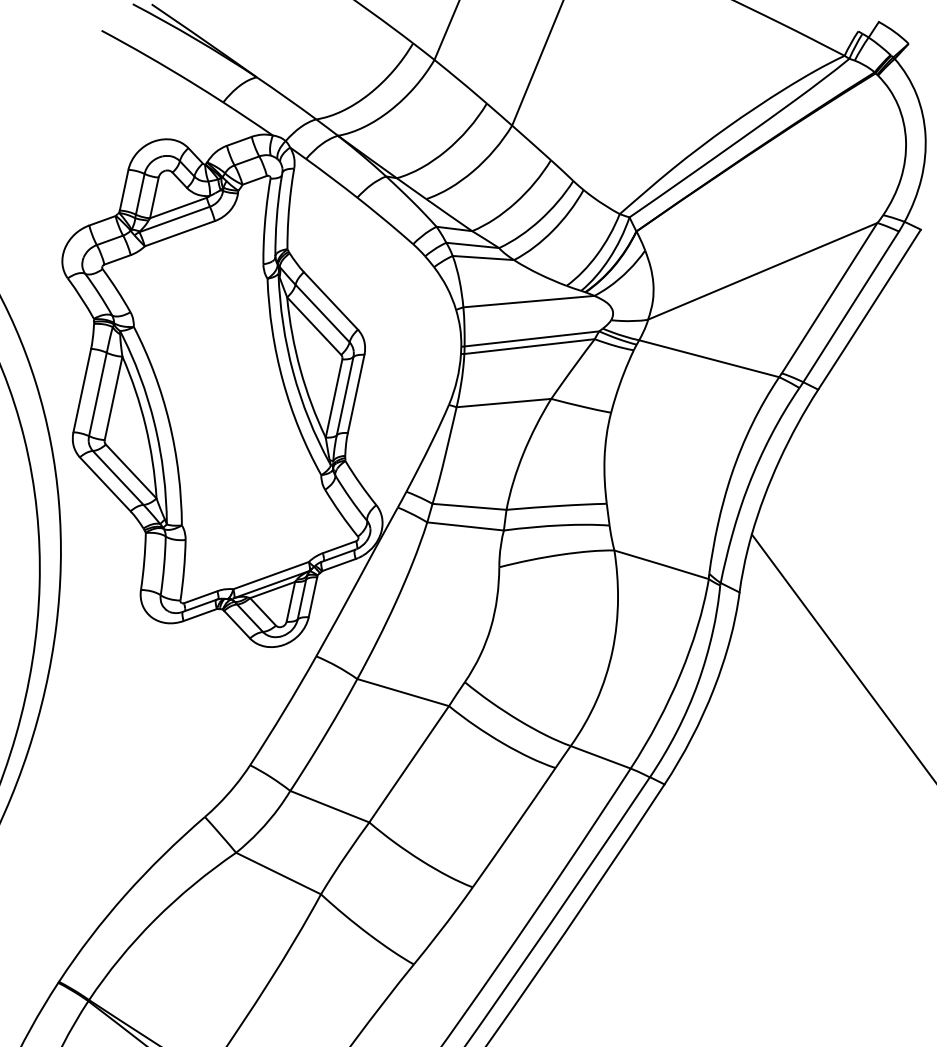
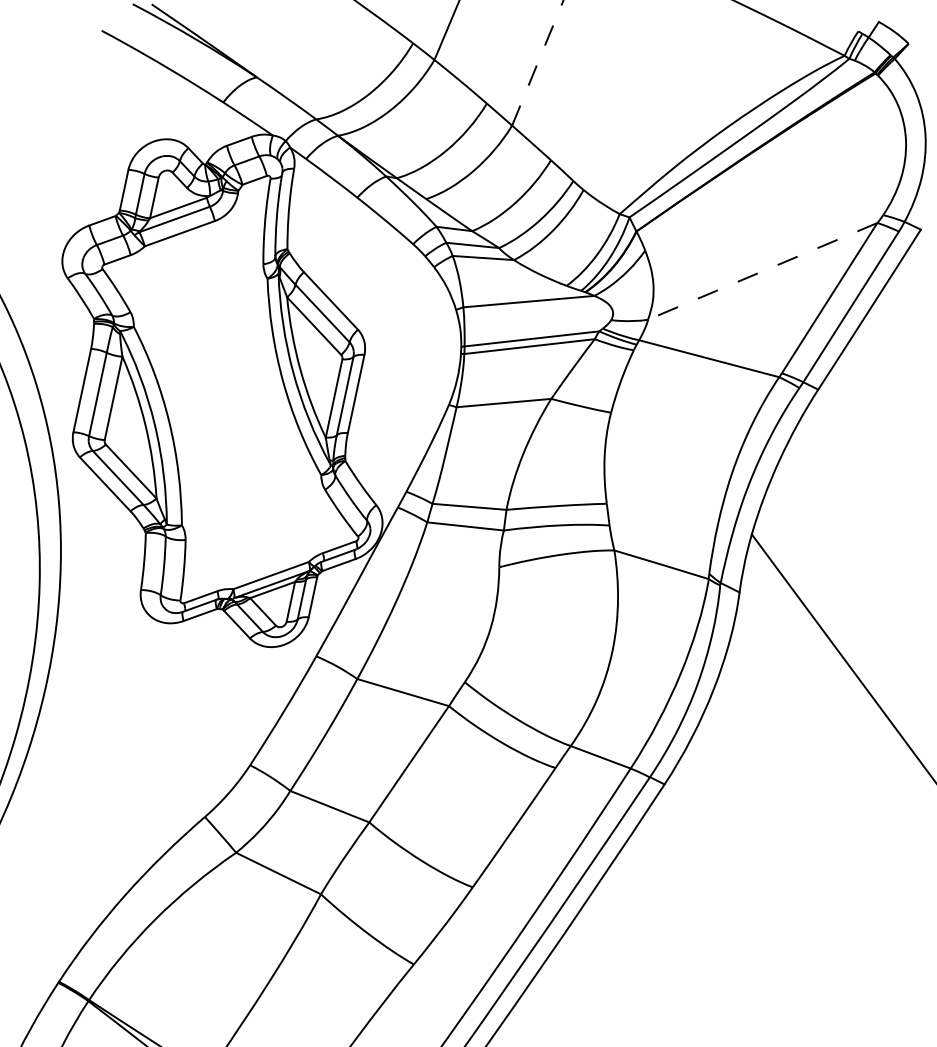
line at (537, 62): solid -> dashed
line at (762, 271): solid -> dashed
